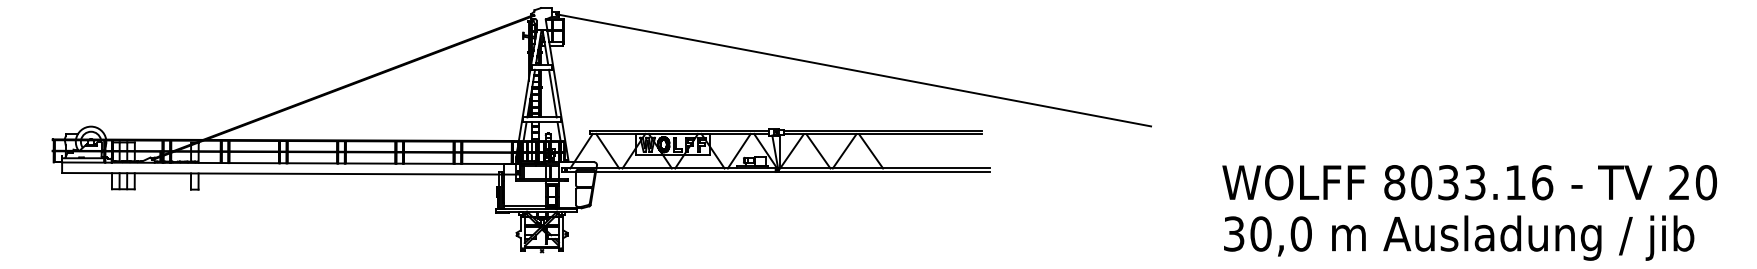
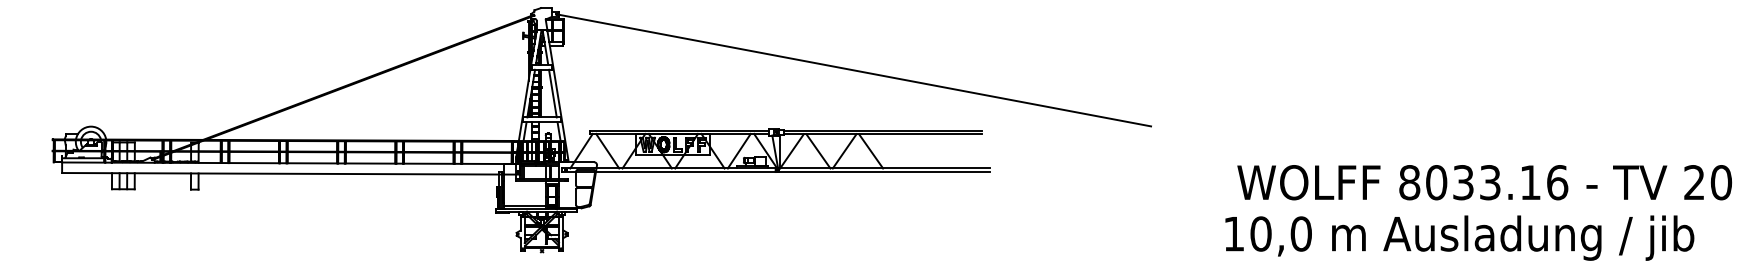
text at (1469, 182) position: (1469, 182) -> (1484, 182)
text at (1234, 233): 30,0 -> 10,0
